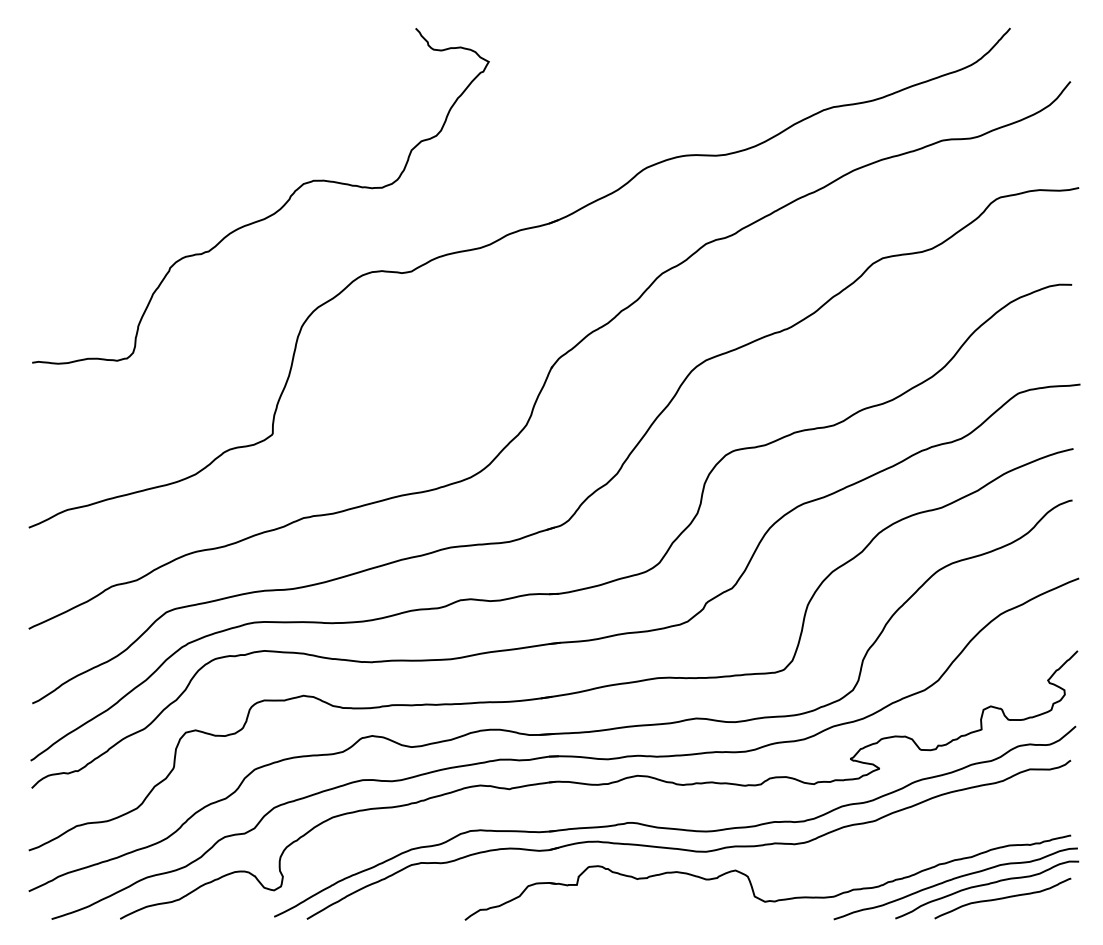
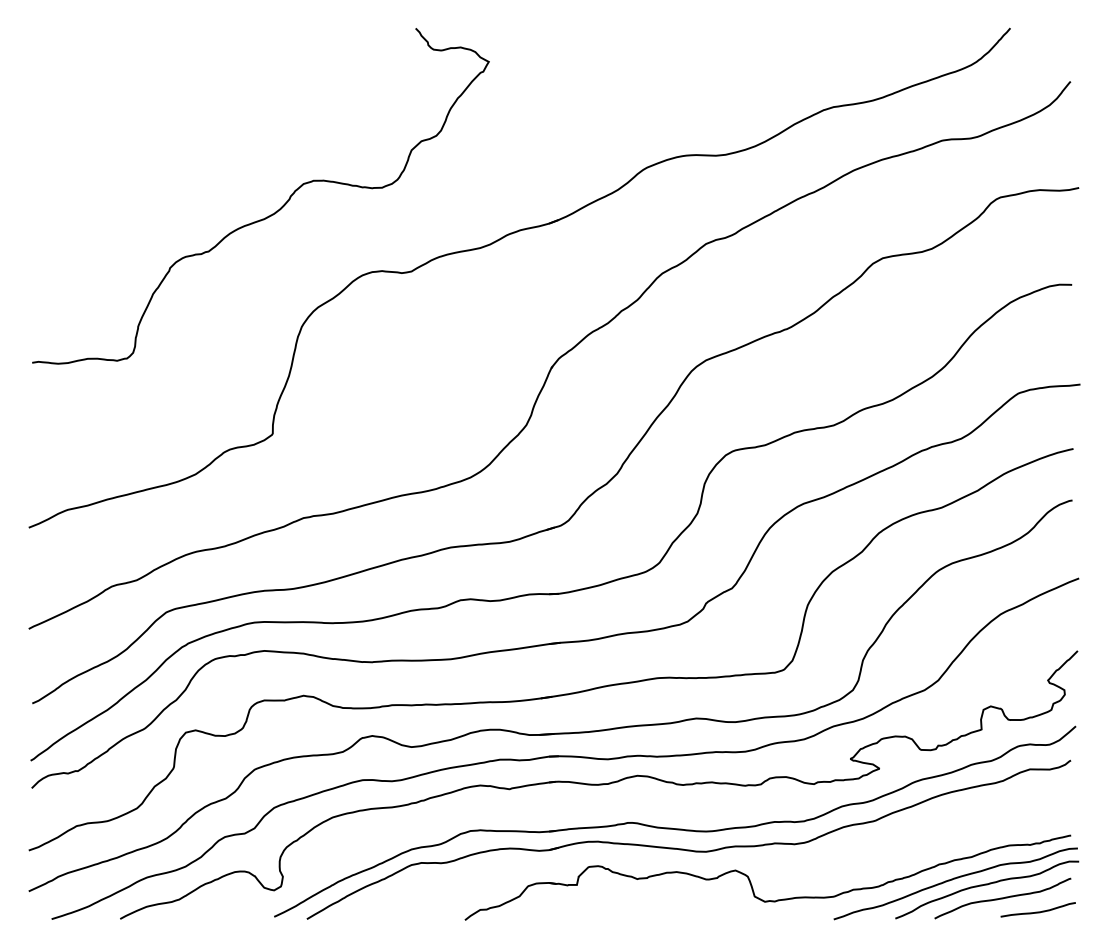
curve at (1037, 911): none -> present
